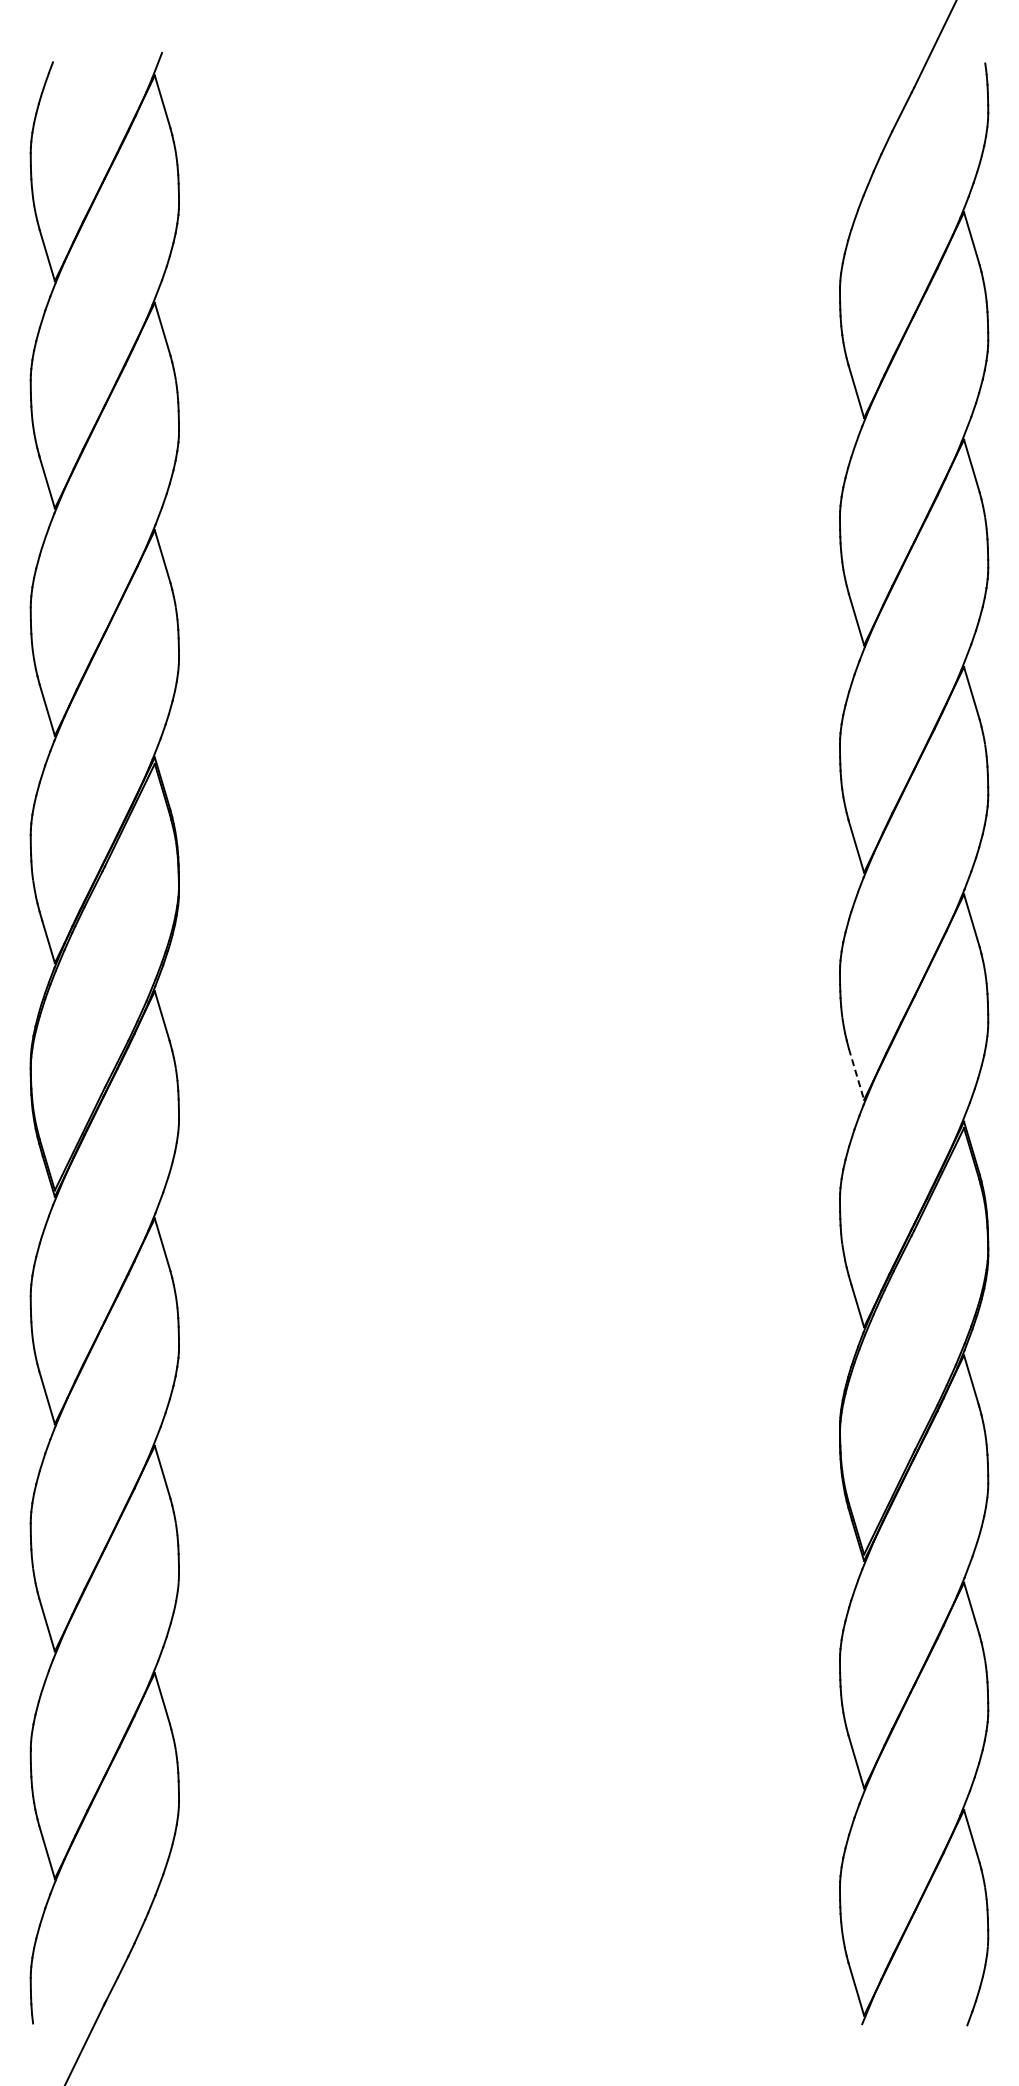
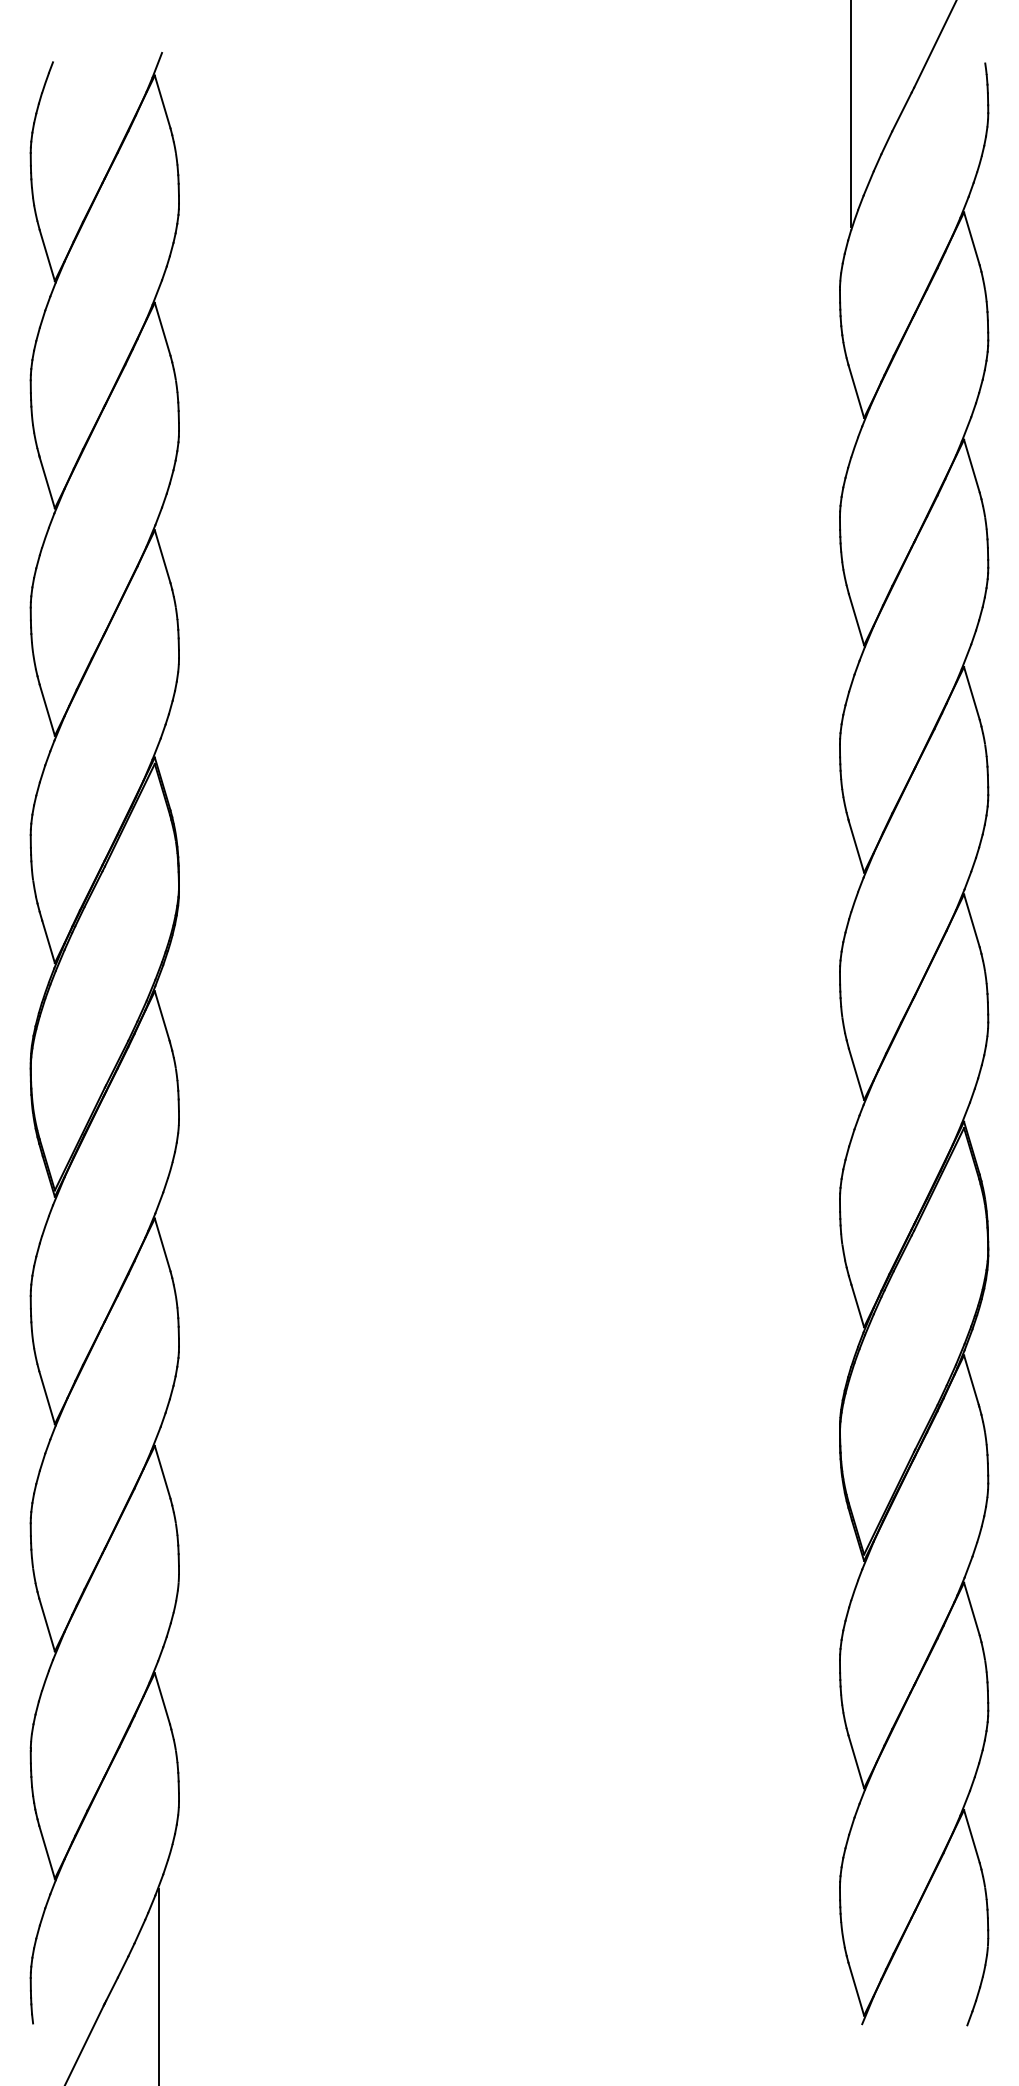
line at (850, 114): none -> present
line at (856, 1074): dashed -> solid
line at (158, 1985): none -> present
